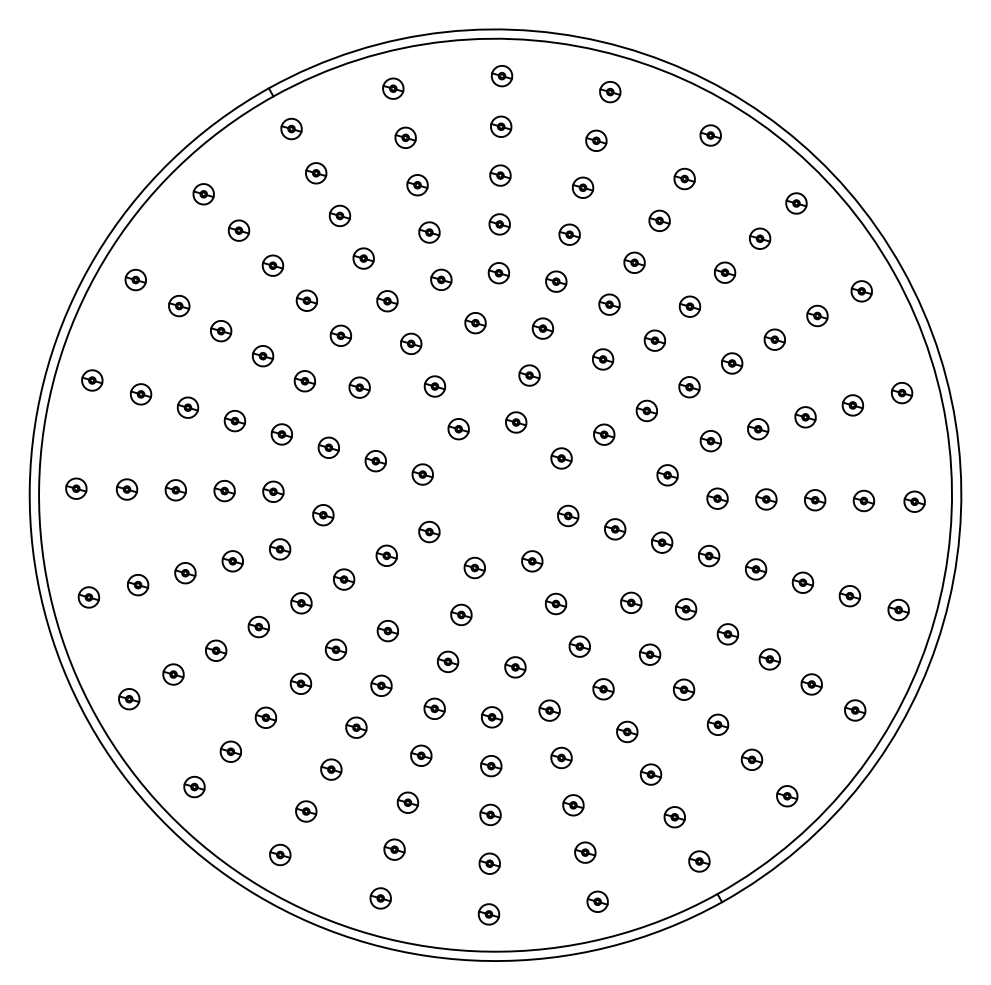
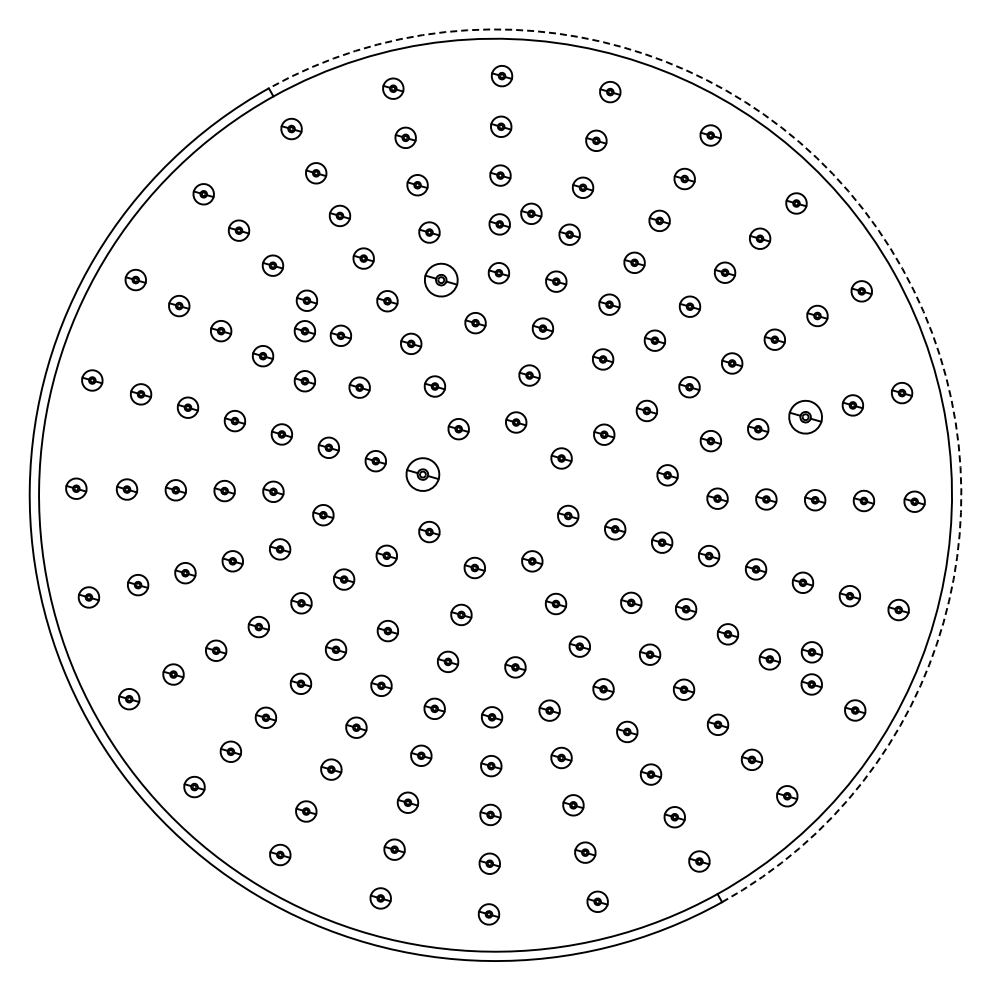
part at (531, 213): none -> present
arc at (902, 268): solid -> dashed
part at (441, 279) size: 23x23 px -> 35x36 px
part at (304, 331): none -> present
part at (805, 417) size: 23x23 px -> 35x36 px
part at (422, 474) size: 23x23 px -> 36x35 px
part at (811, 652): none -> present
